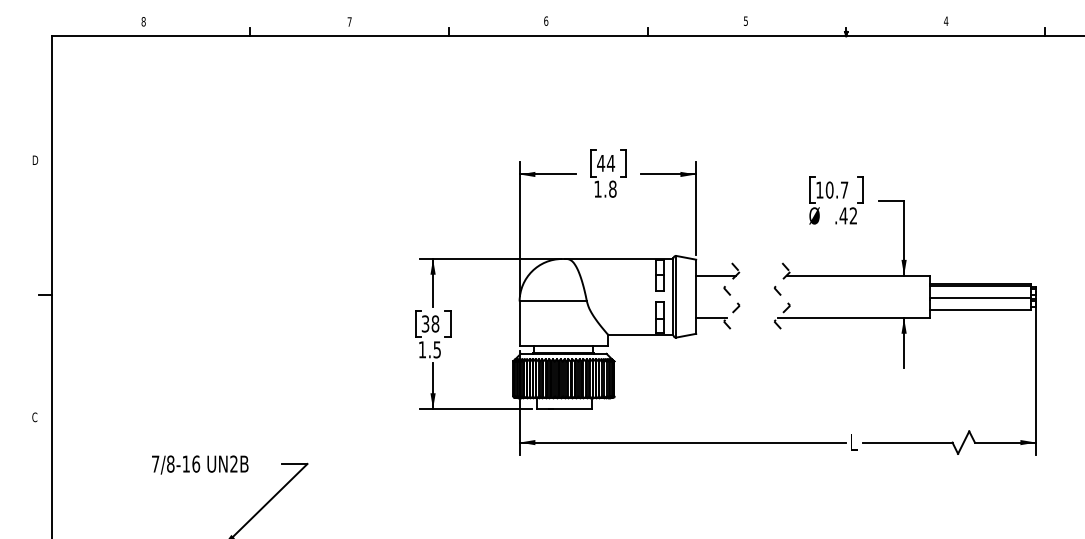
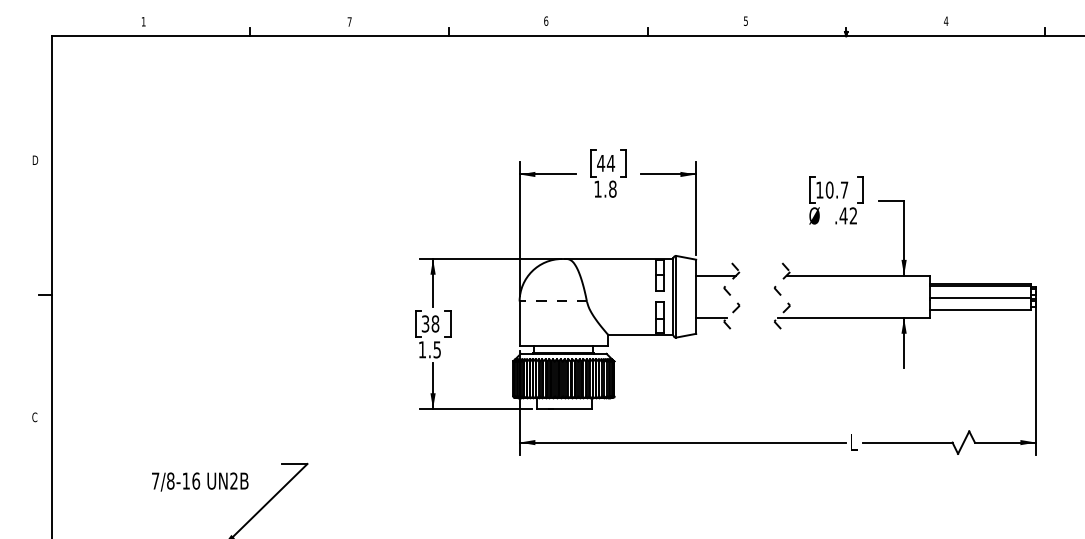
text at (143, 21): 8 -> 1
line at (553, 301): solid -> dashed
text at (200, 464) position: (200, 464) -> (200, 481)
